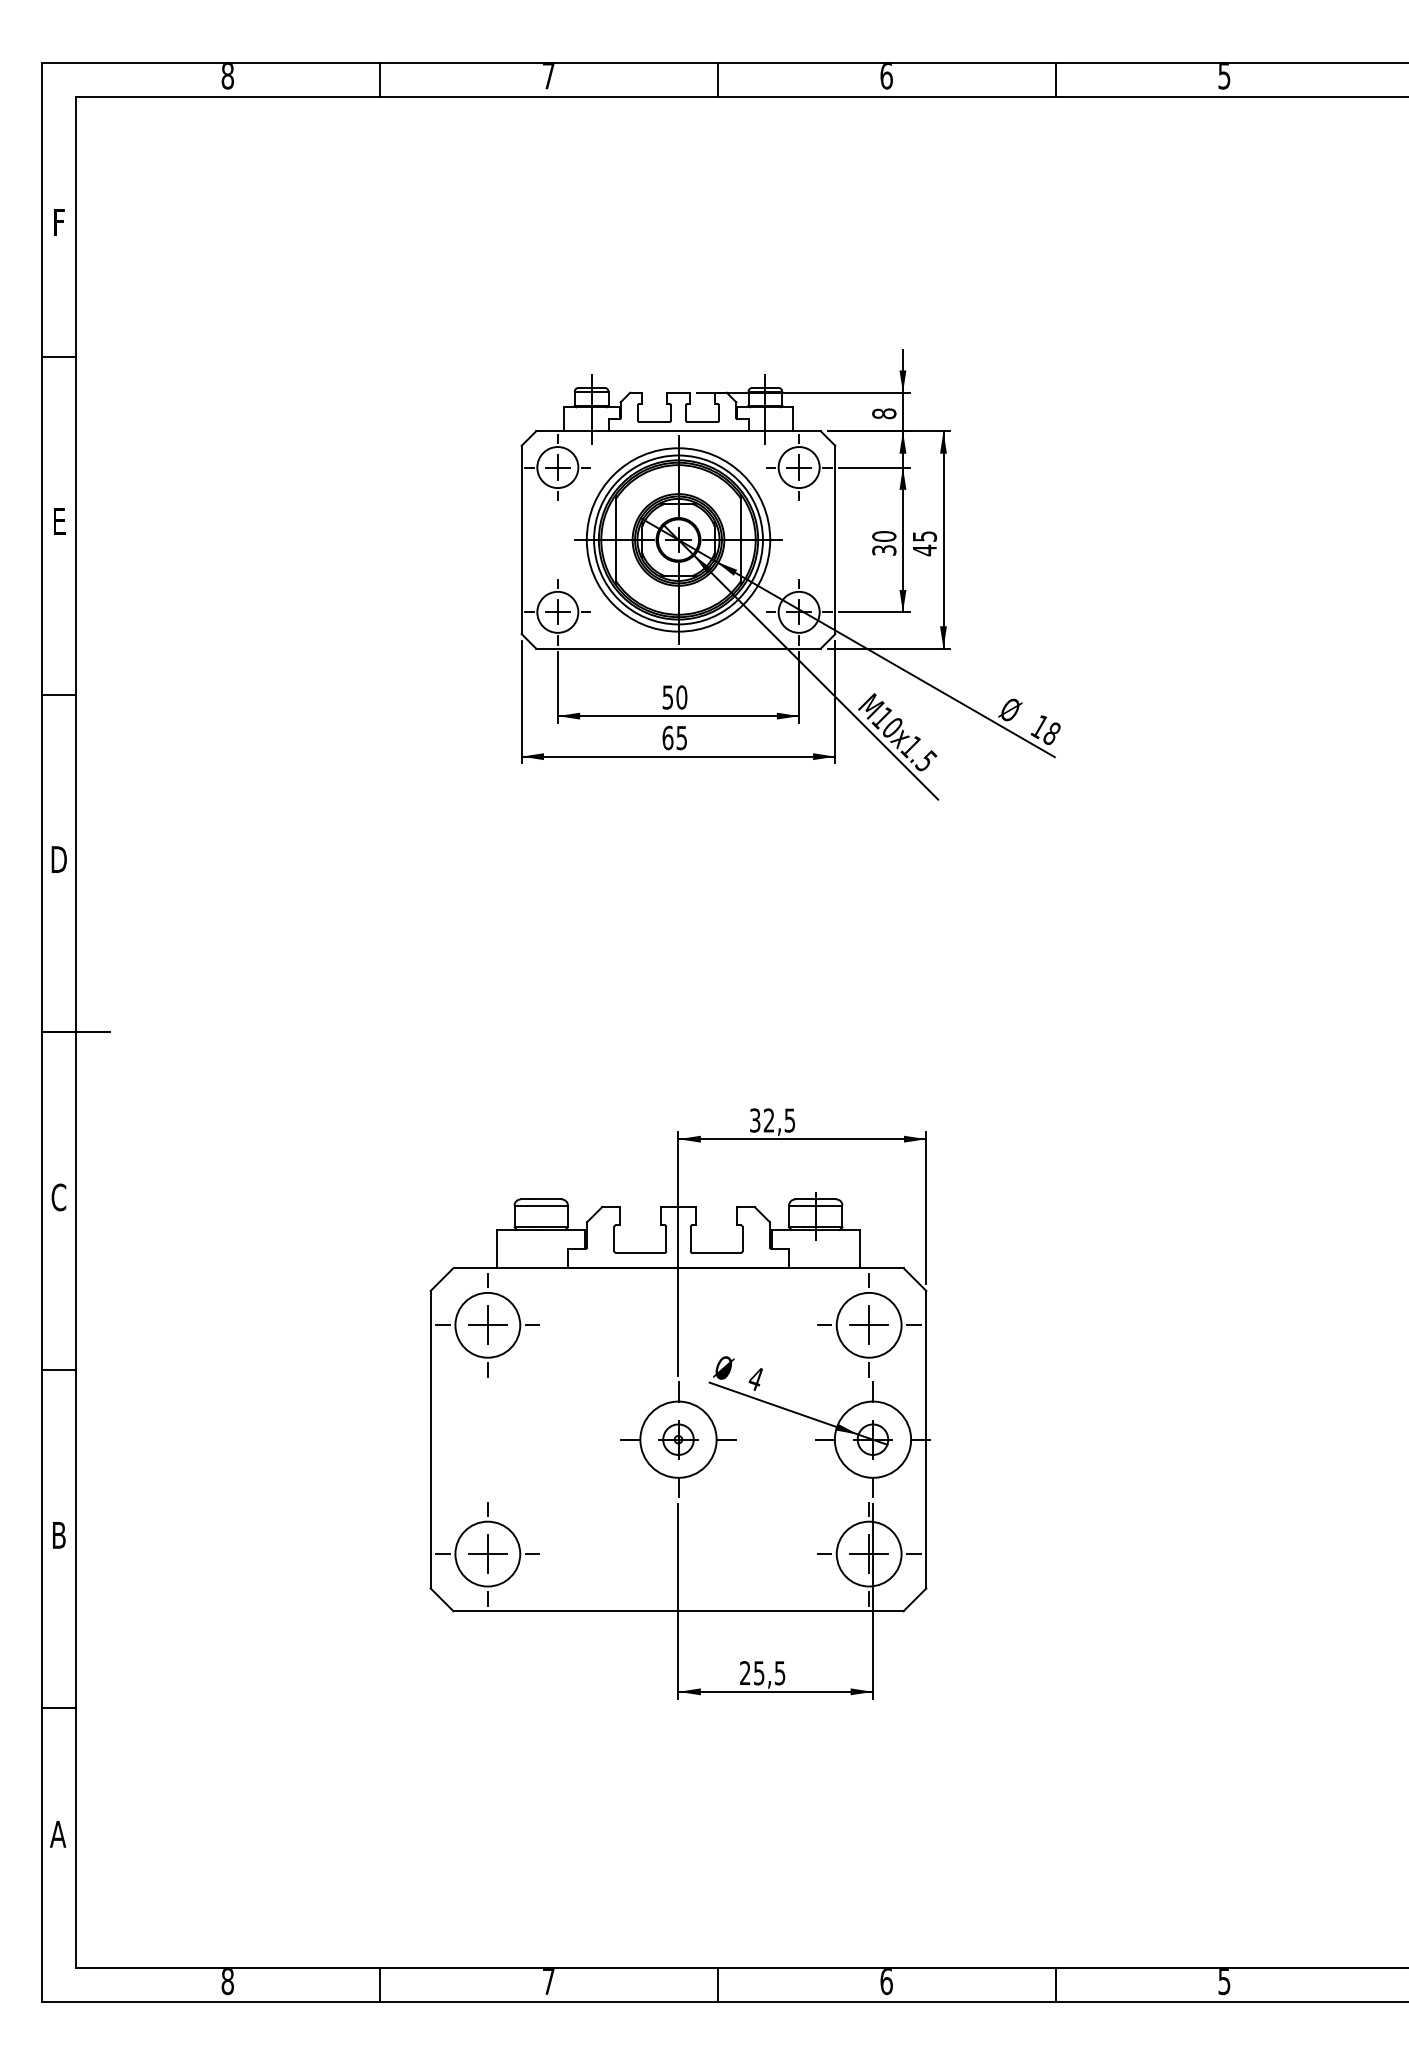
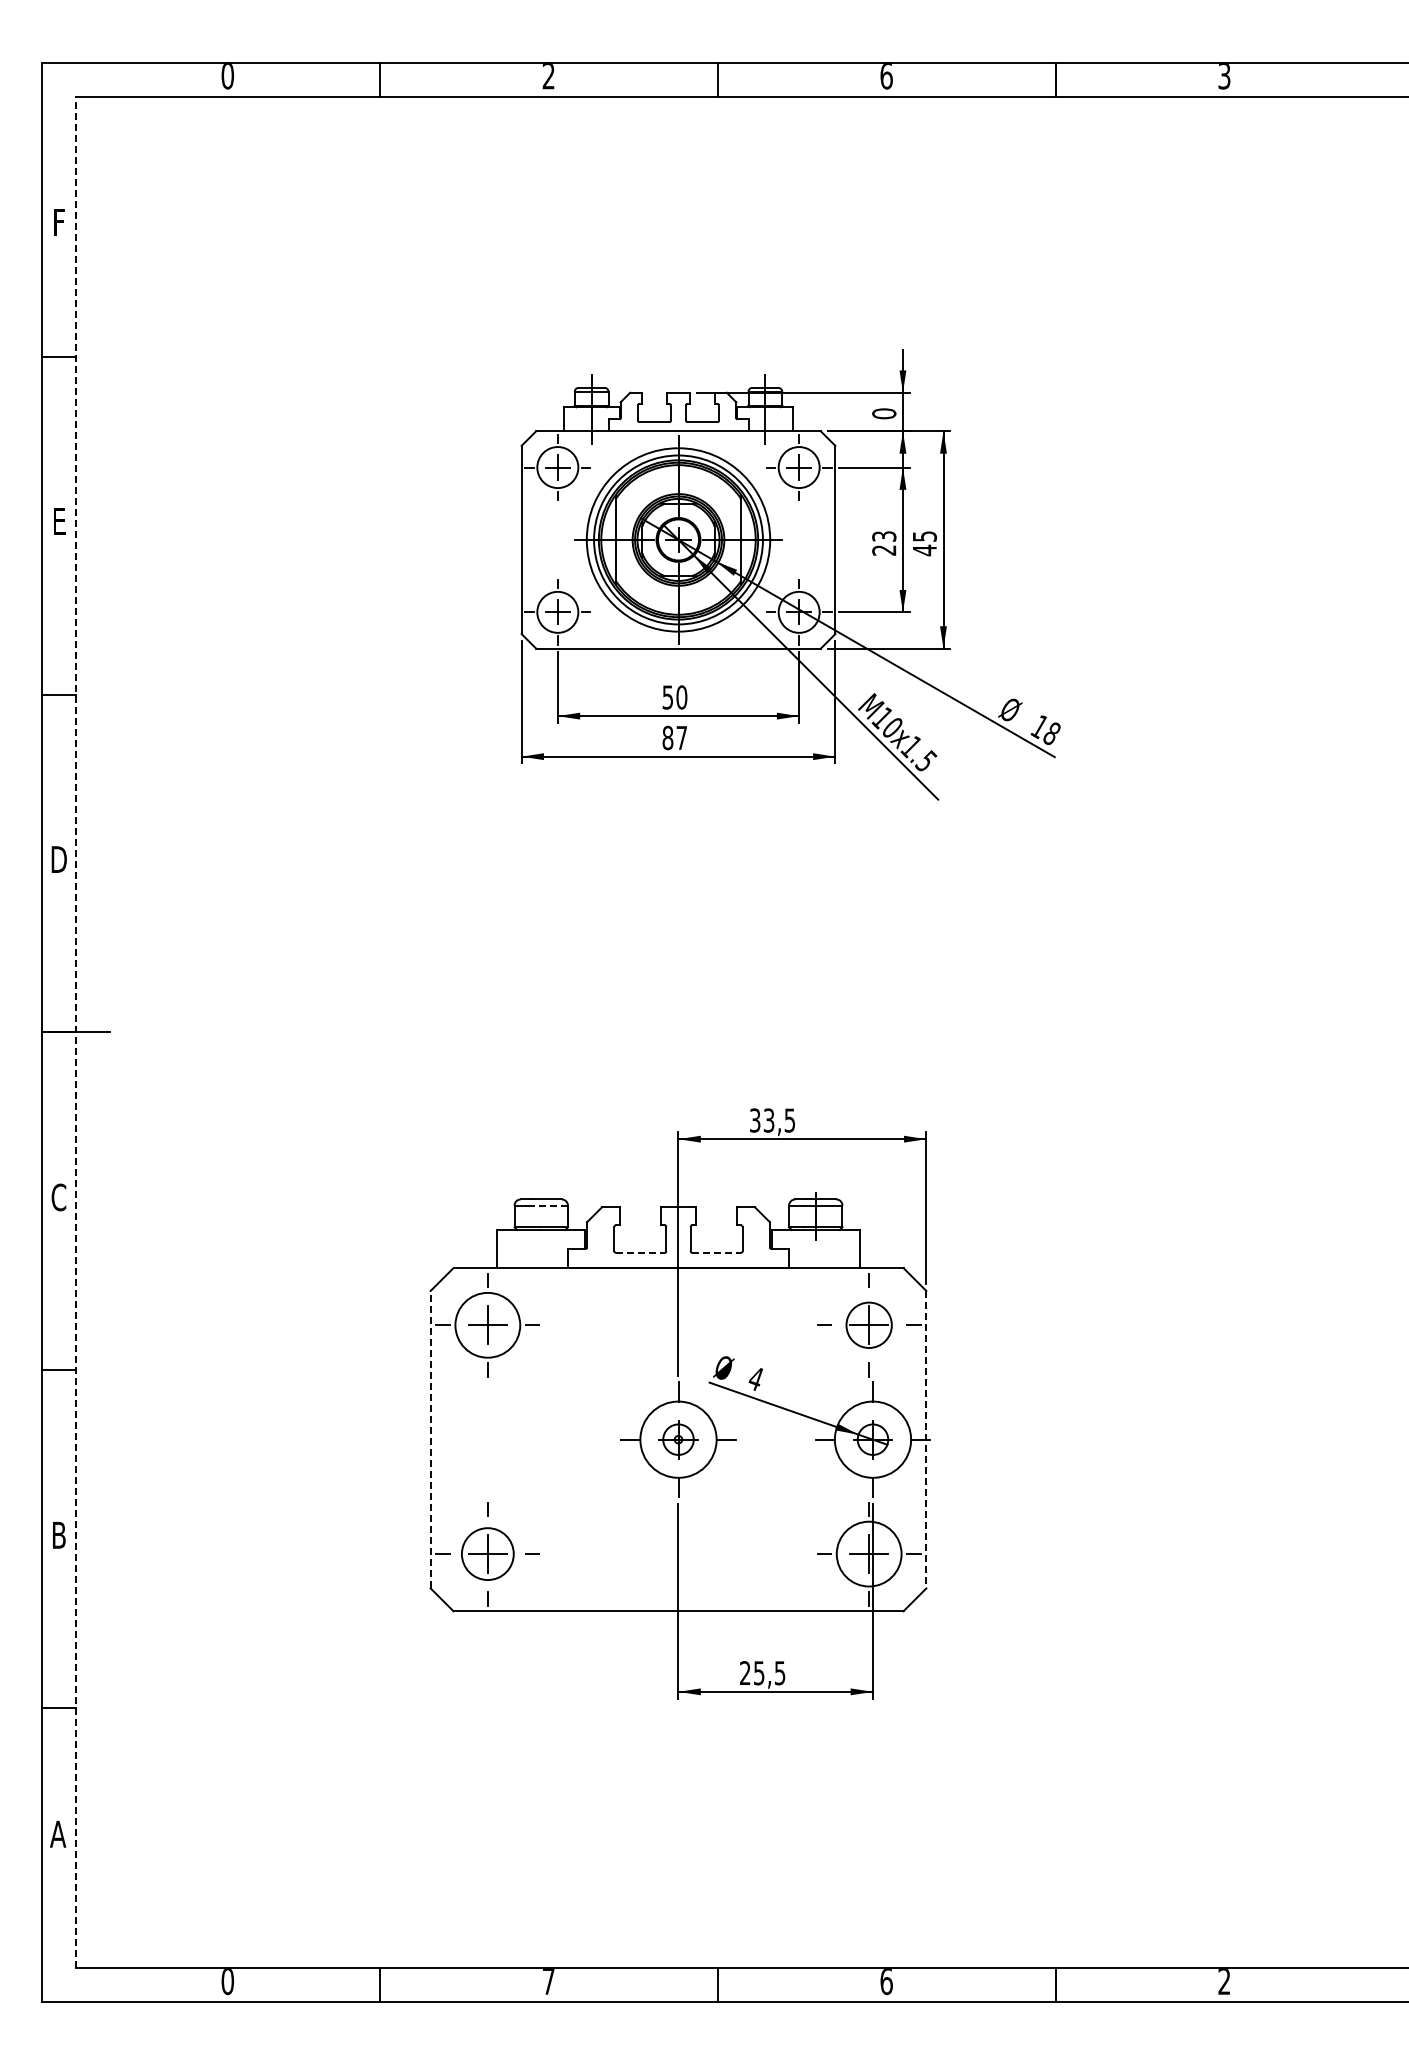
text at (227, 76): 8 -> 0
text at (548, 76): 7 -> 2
text at (1224, 76): 5 -> 3
text at (884, 413): 8 -> 0
text at (884, 543): 30 -> 23
text at (674, 737): 65 -> 87
line at (76, 1032): solid -> dashed
text at (768, 1120): 32,5 -> 33,5
line at (548, 1205): solid -> dashed
line at (640, 1252): solid -> dashed
line at (717, 1252): solid -> dashed
circle at (868, 1324) diameter: 65 px -> 45 px
line at (430, 1439): solid -> dashed
line at (926, 1439): solid -> dashed
circle at (487, 1553) diameter: 65 px -> 52 px
text at (227, 1981): 8 -> 0
text at (1224, 1982): 5 -> 2
